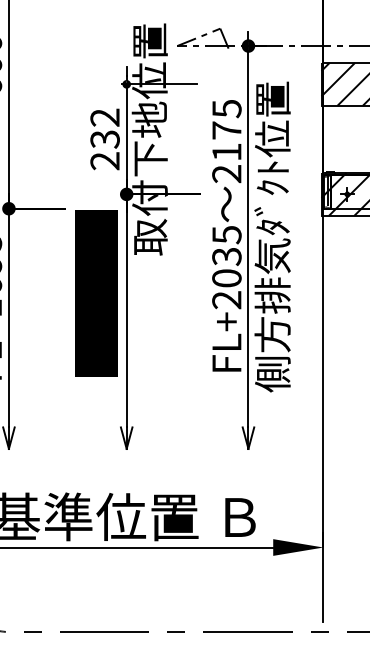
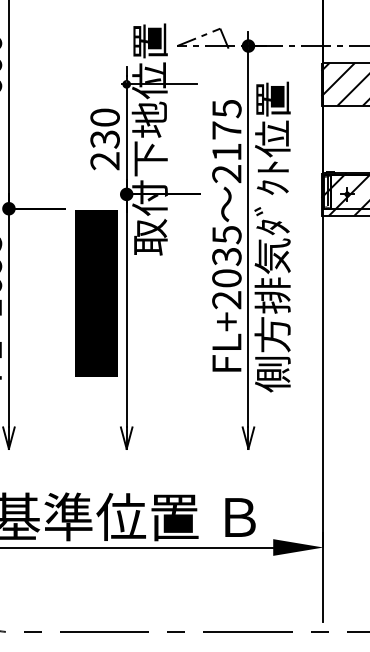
text at (104, 117): 232 -> 230
